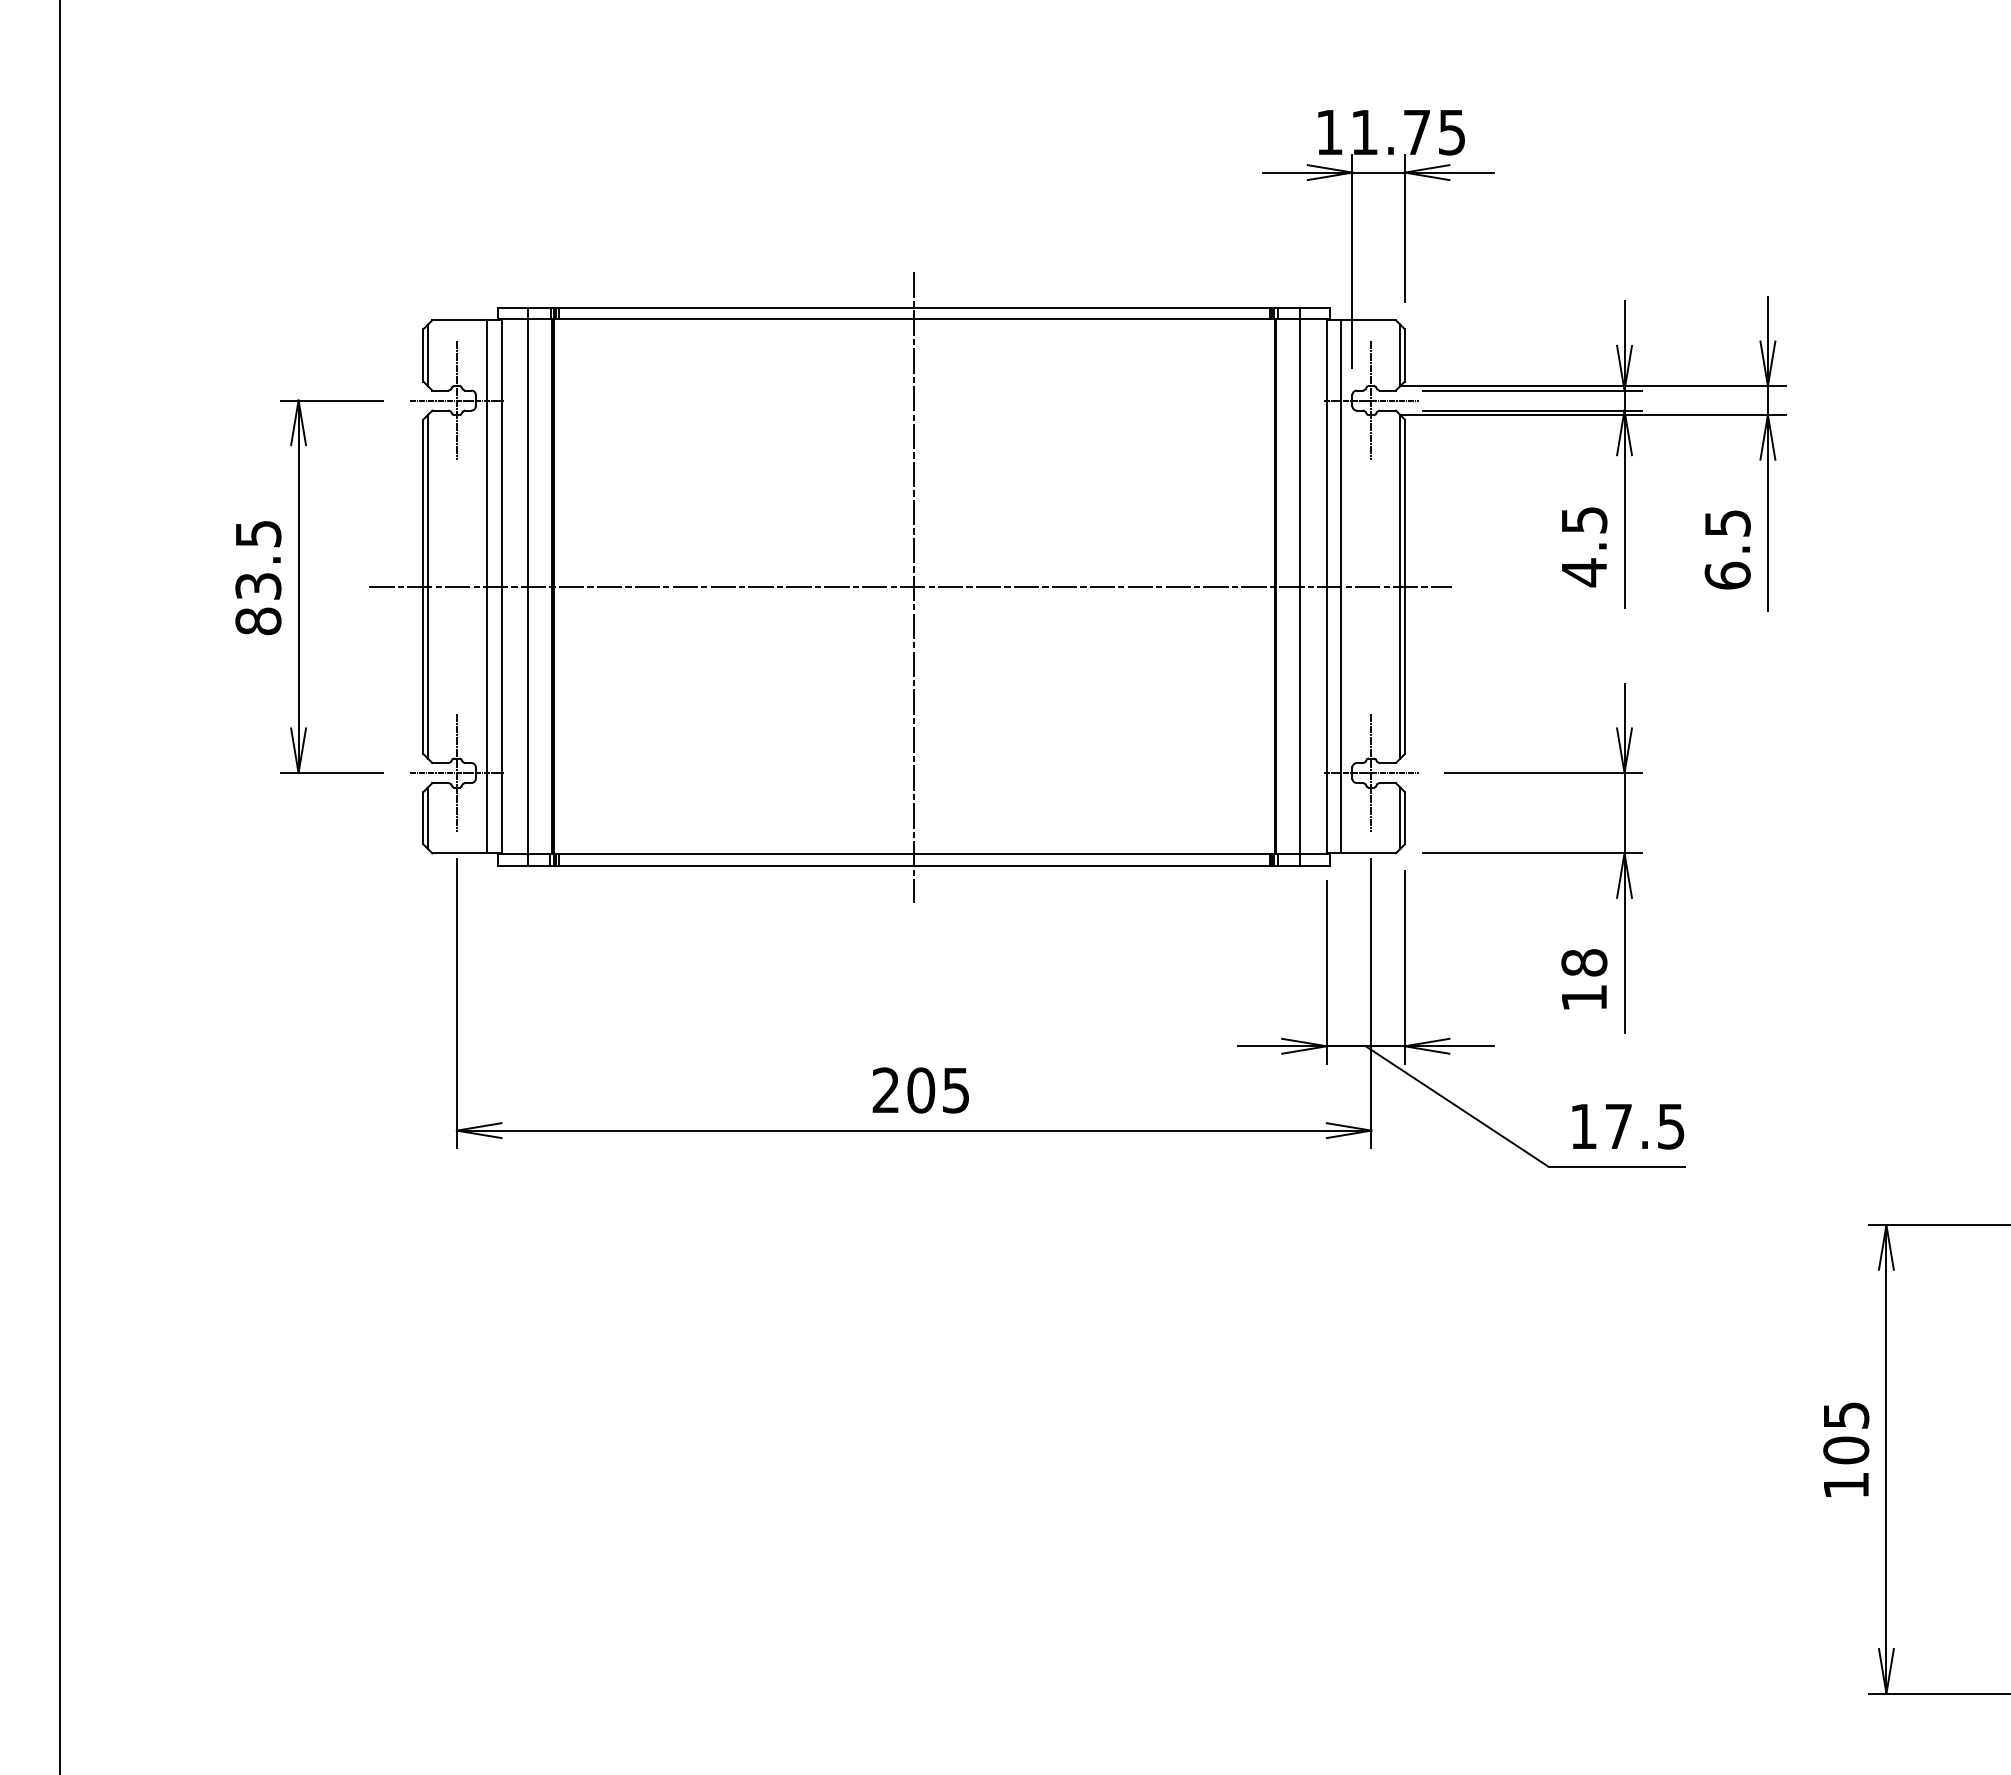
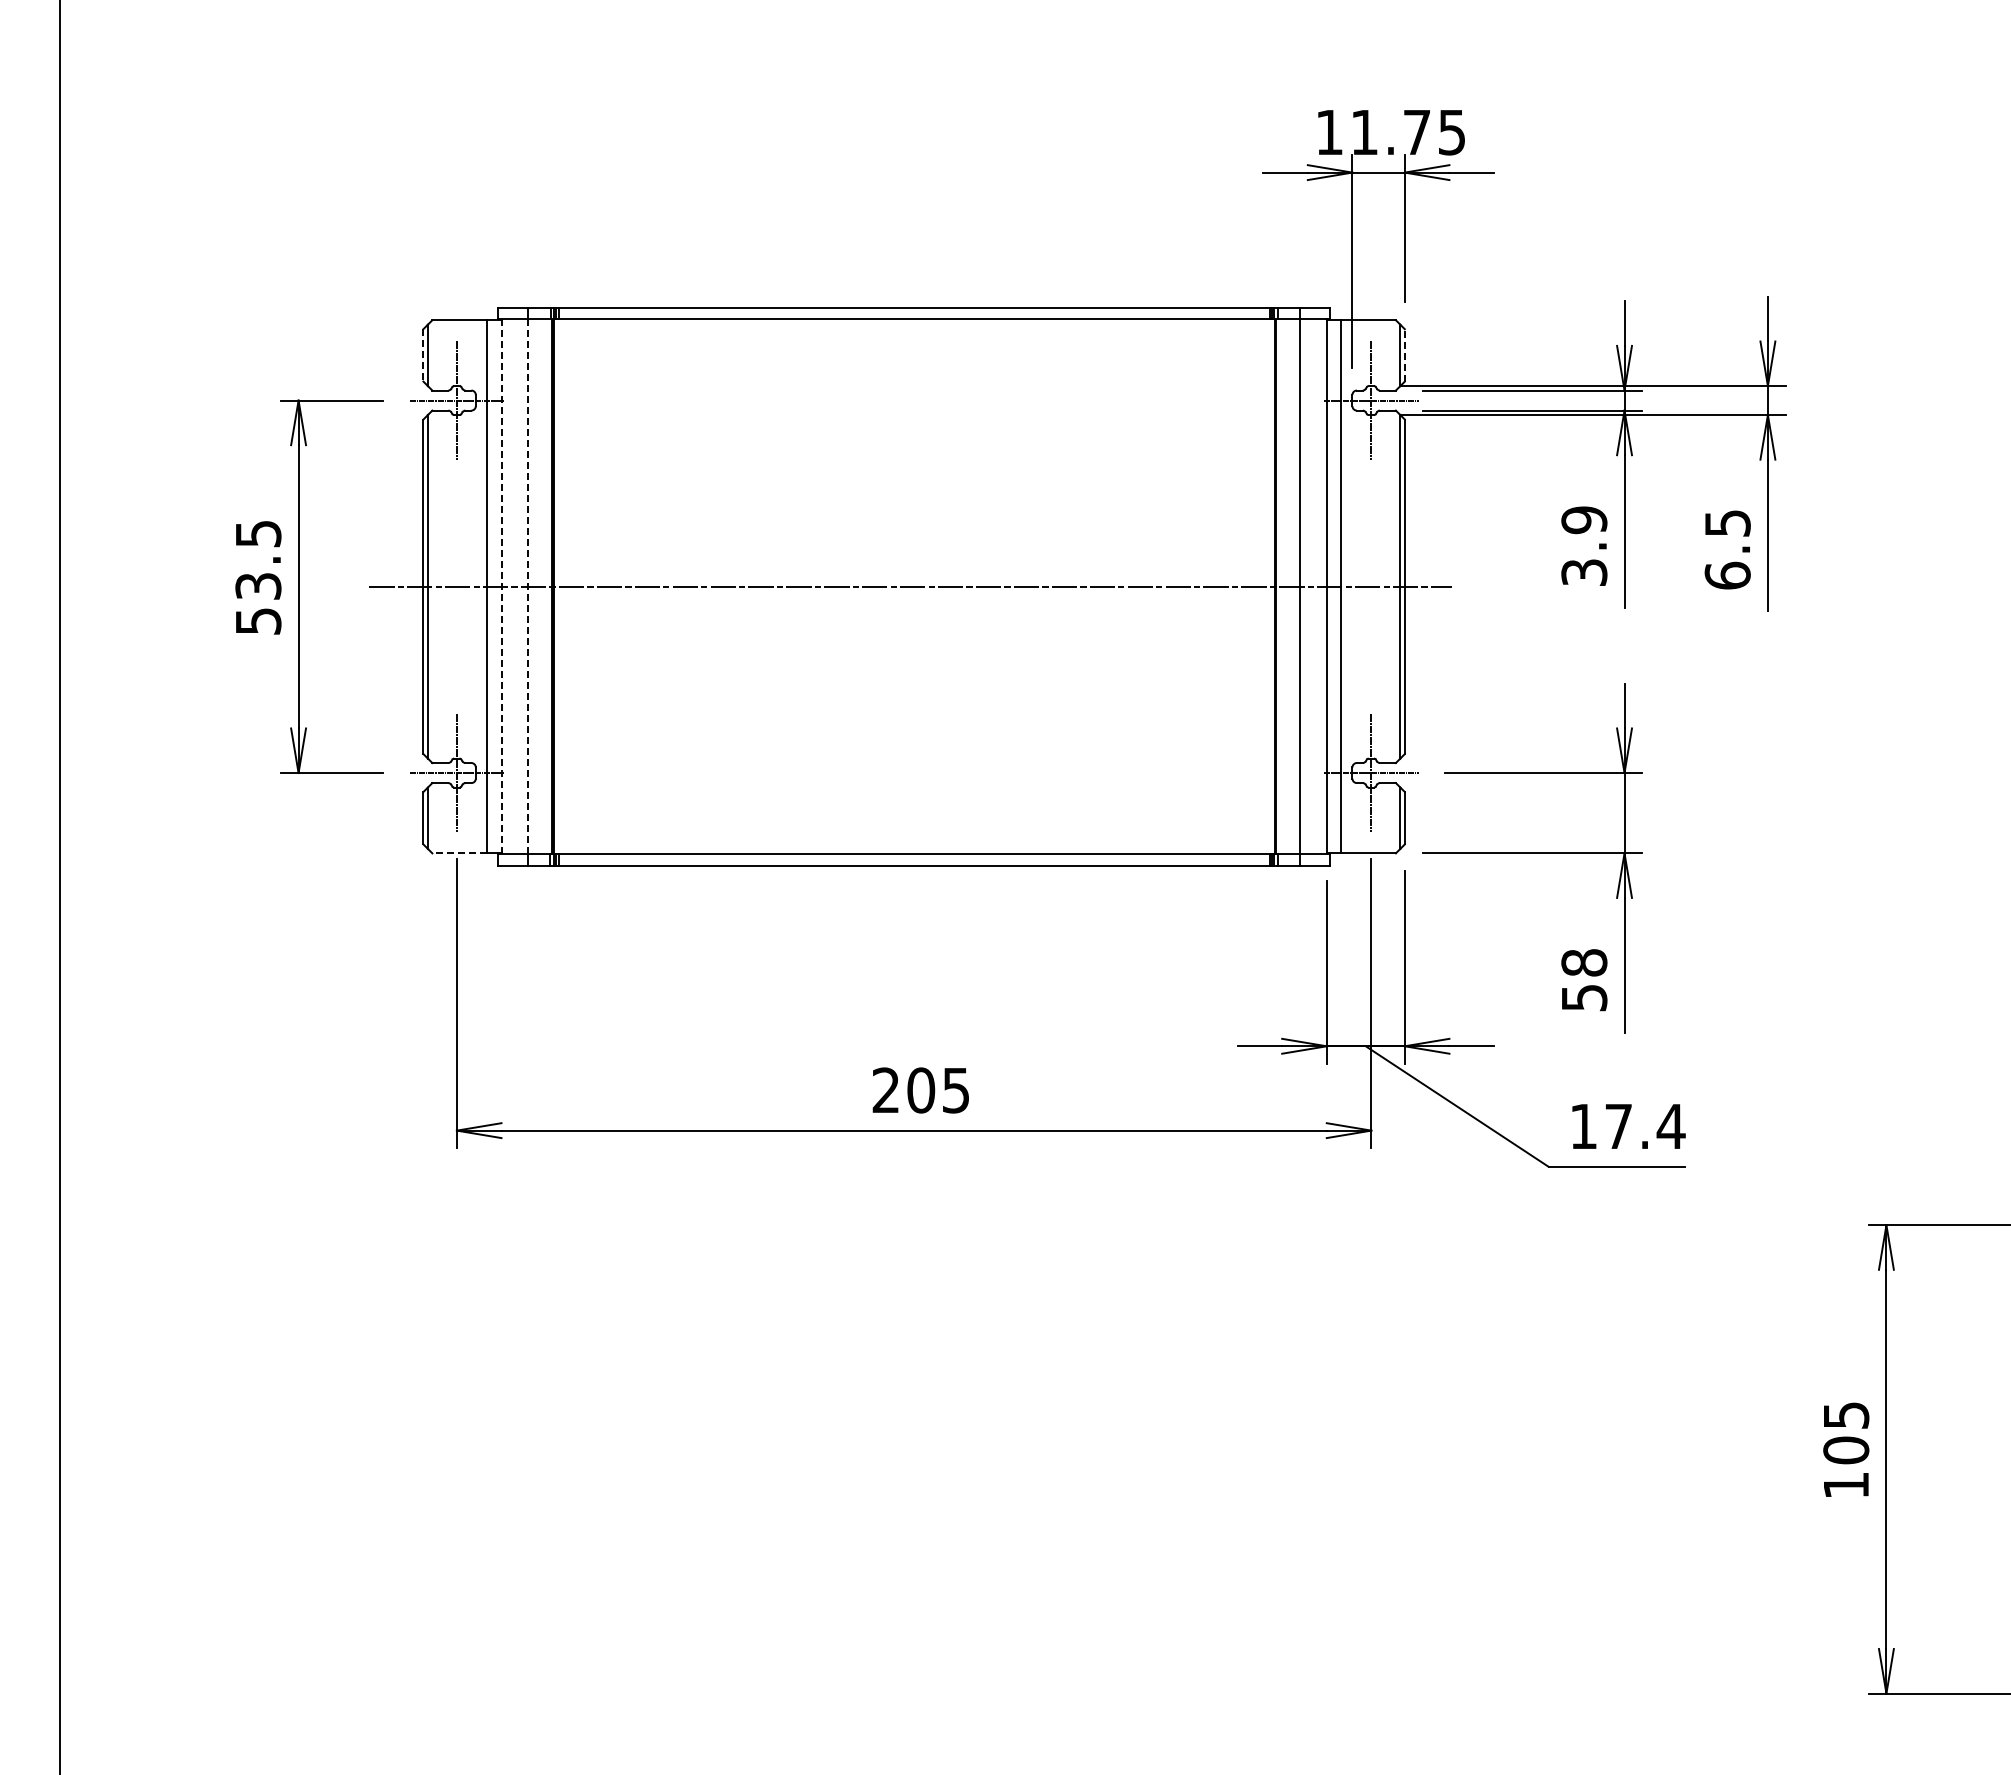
line at (1404, 354): solid -> dashed
line at (423, 355): solid -> dashed
text at (1584, 546): 4.5 -> 3.9
line at (501, 586): solid -> dashed
line at (528, 586): solid -> dashed
line at (914, 587): present -> none
text at (258, 621): 83.5 -> 53.5
line at (459, 853): solid -> dashed
text at (1584, 998): 18 -> 58
text at (1670, 1126): 17.5 -> 17.4
